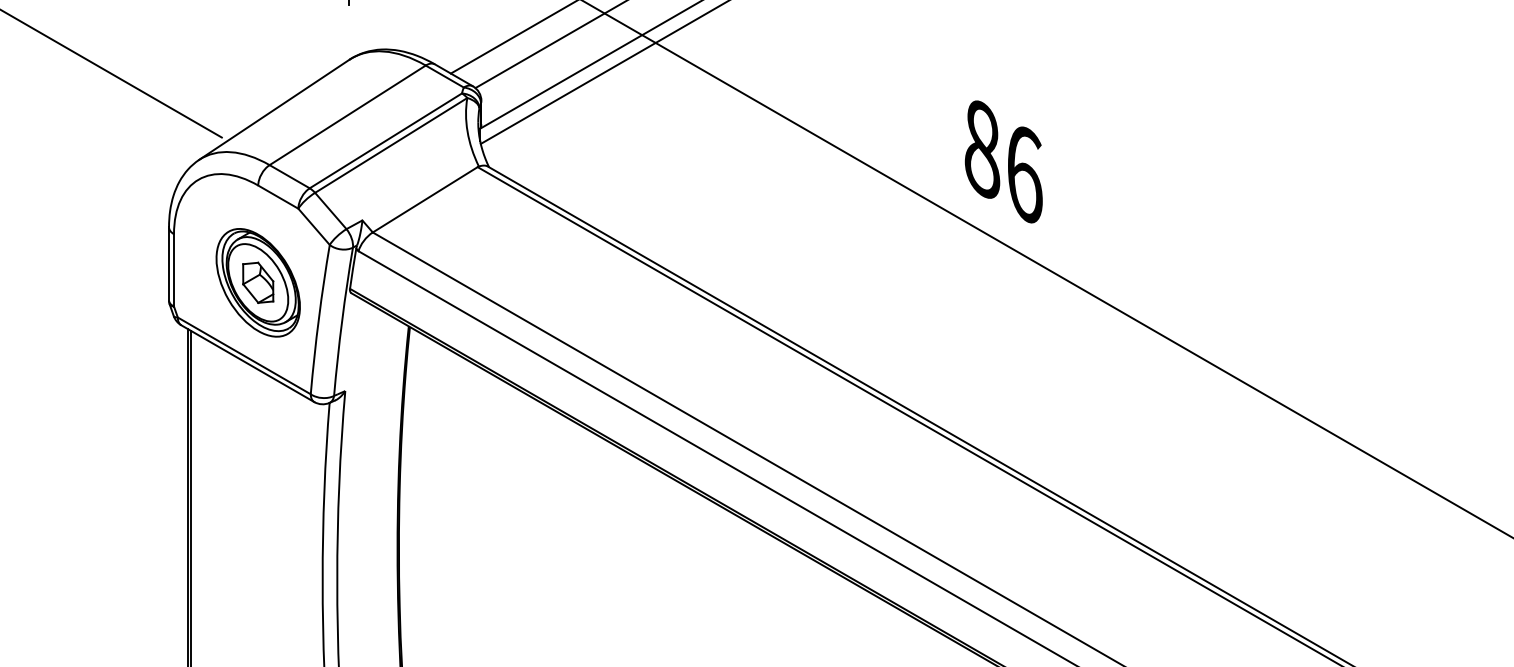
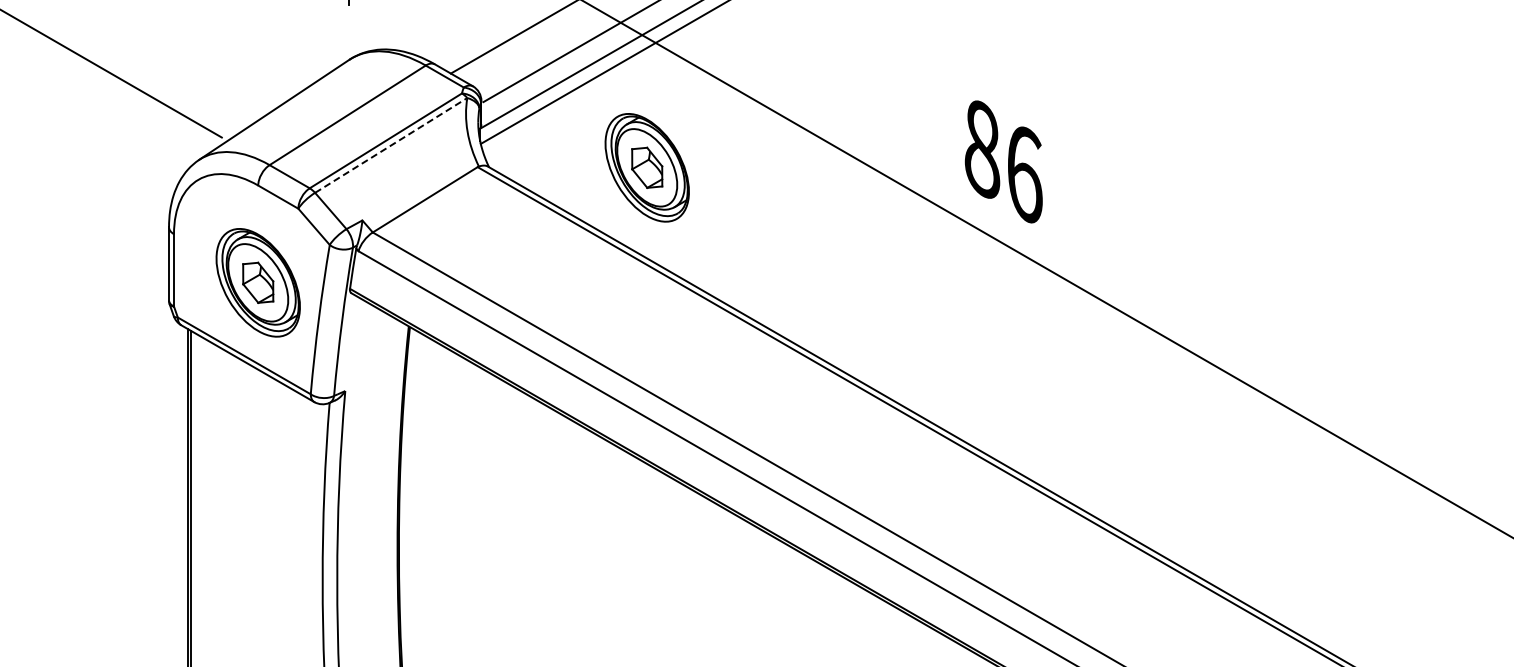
line at (549, 45) position: (549, 45) -> (569, 52)
line at (391, 145): solid -> dashed
part at (646, 167): none -> present
